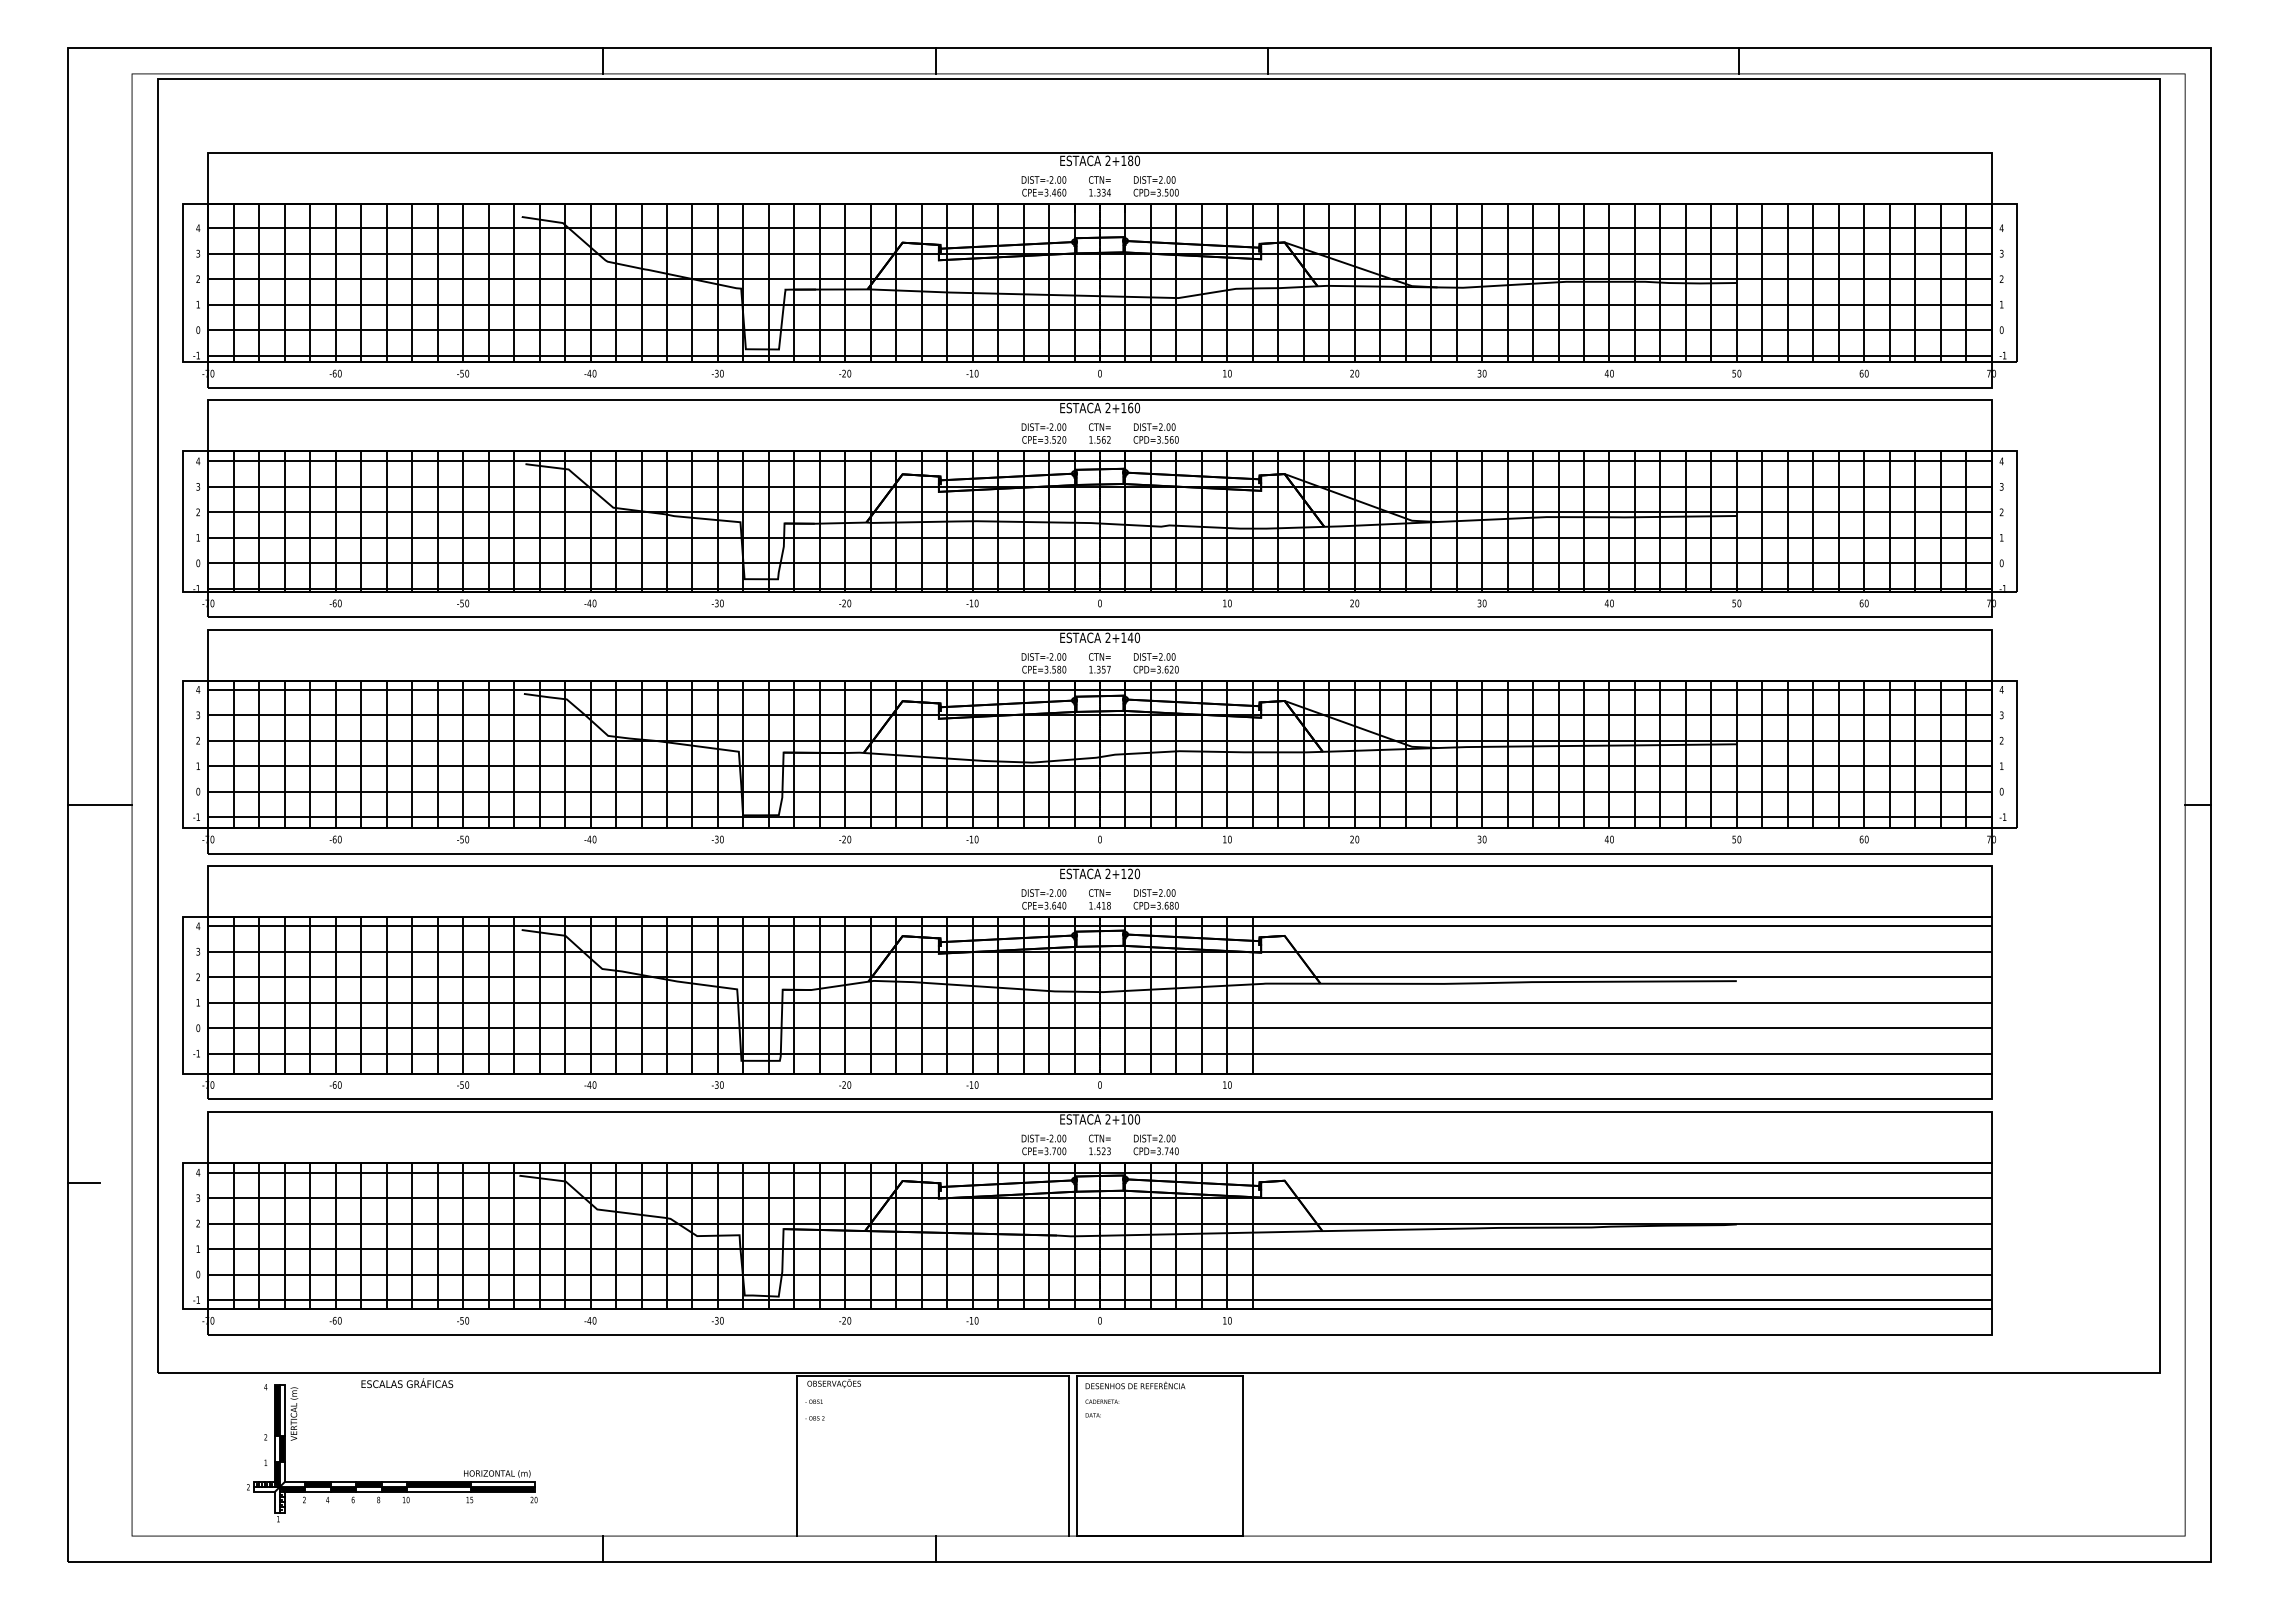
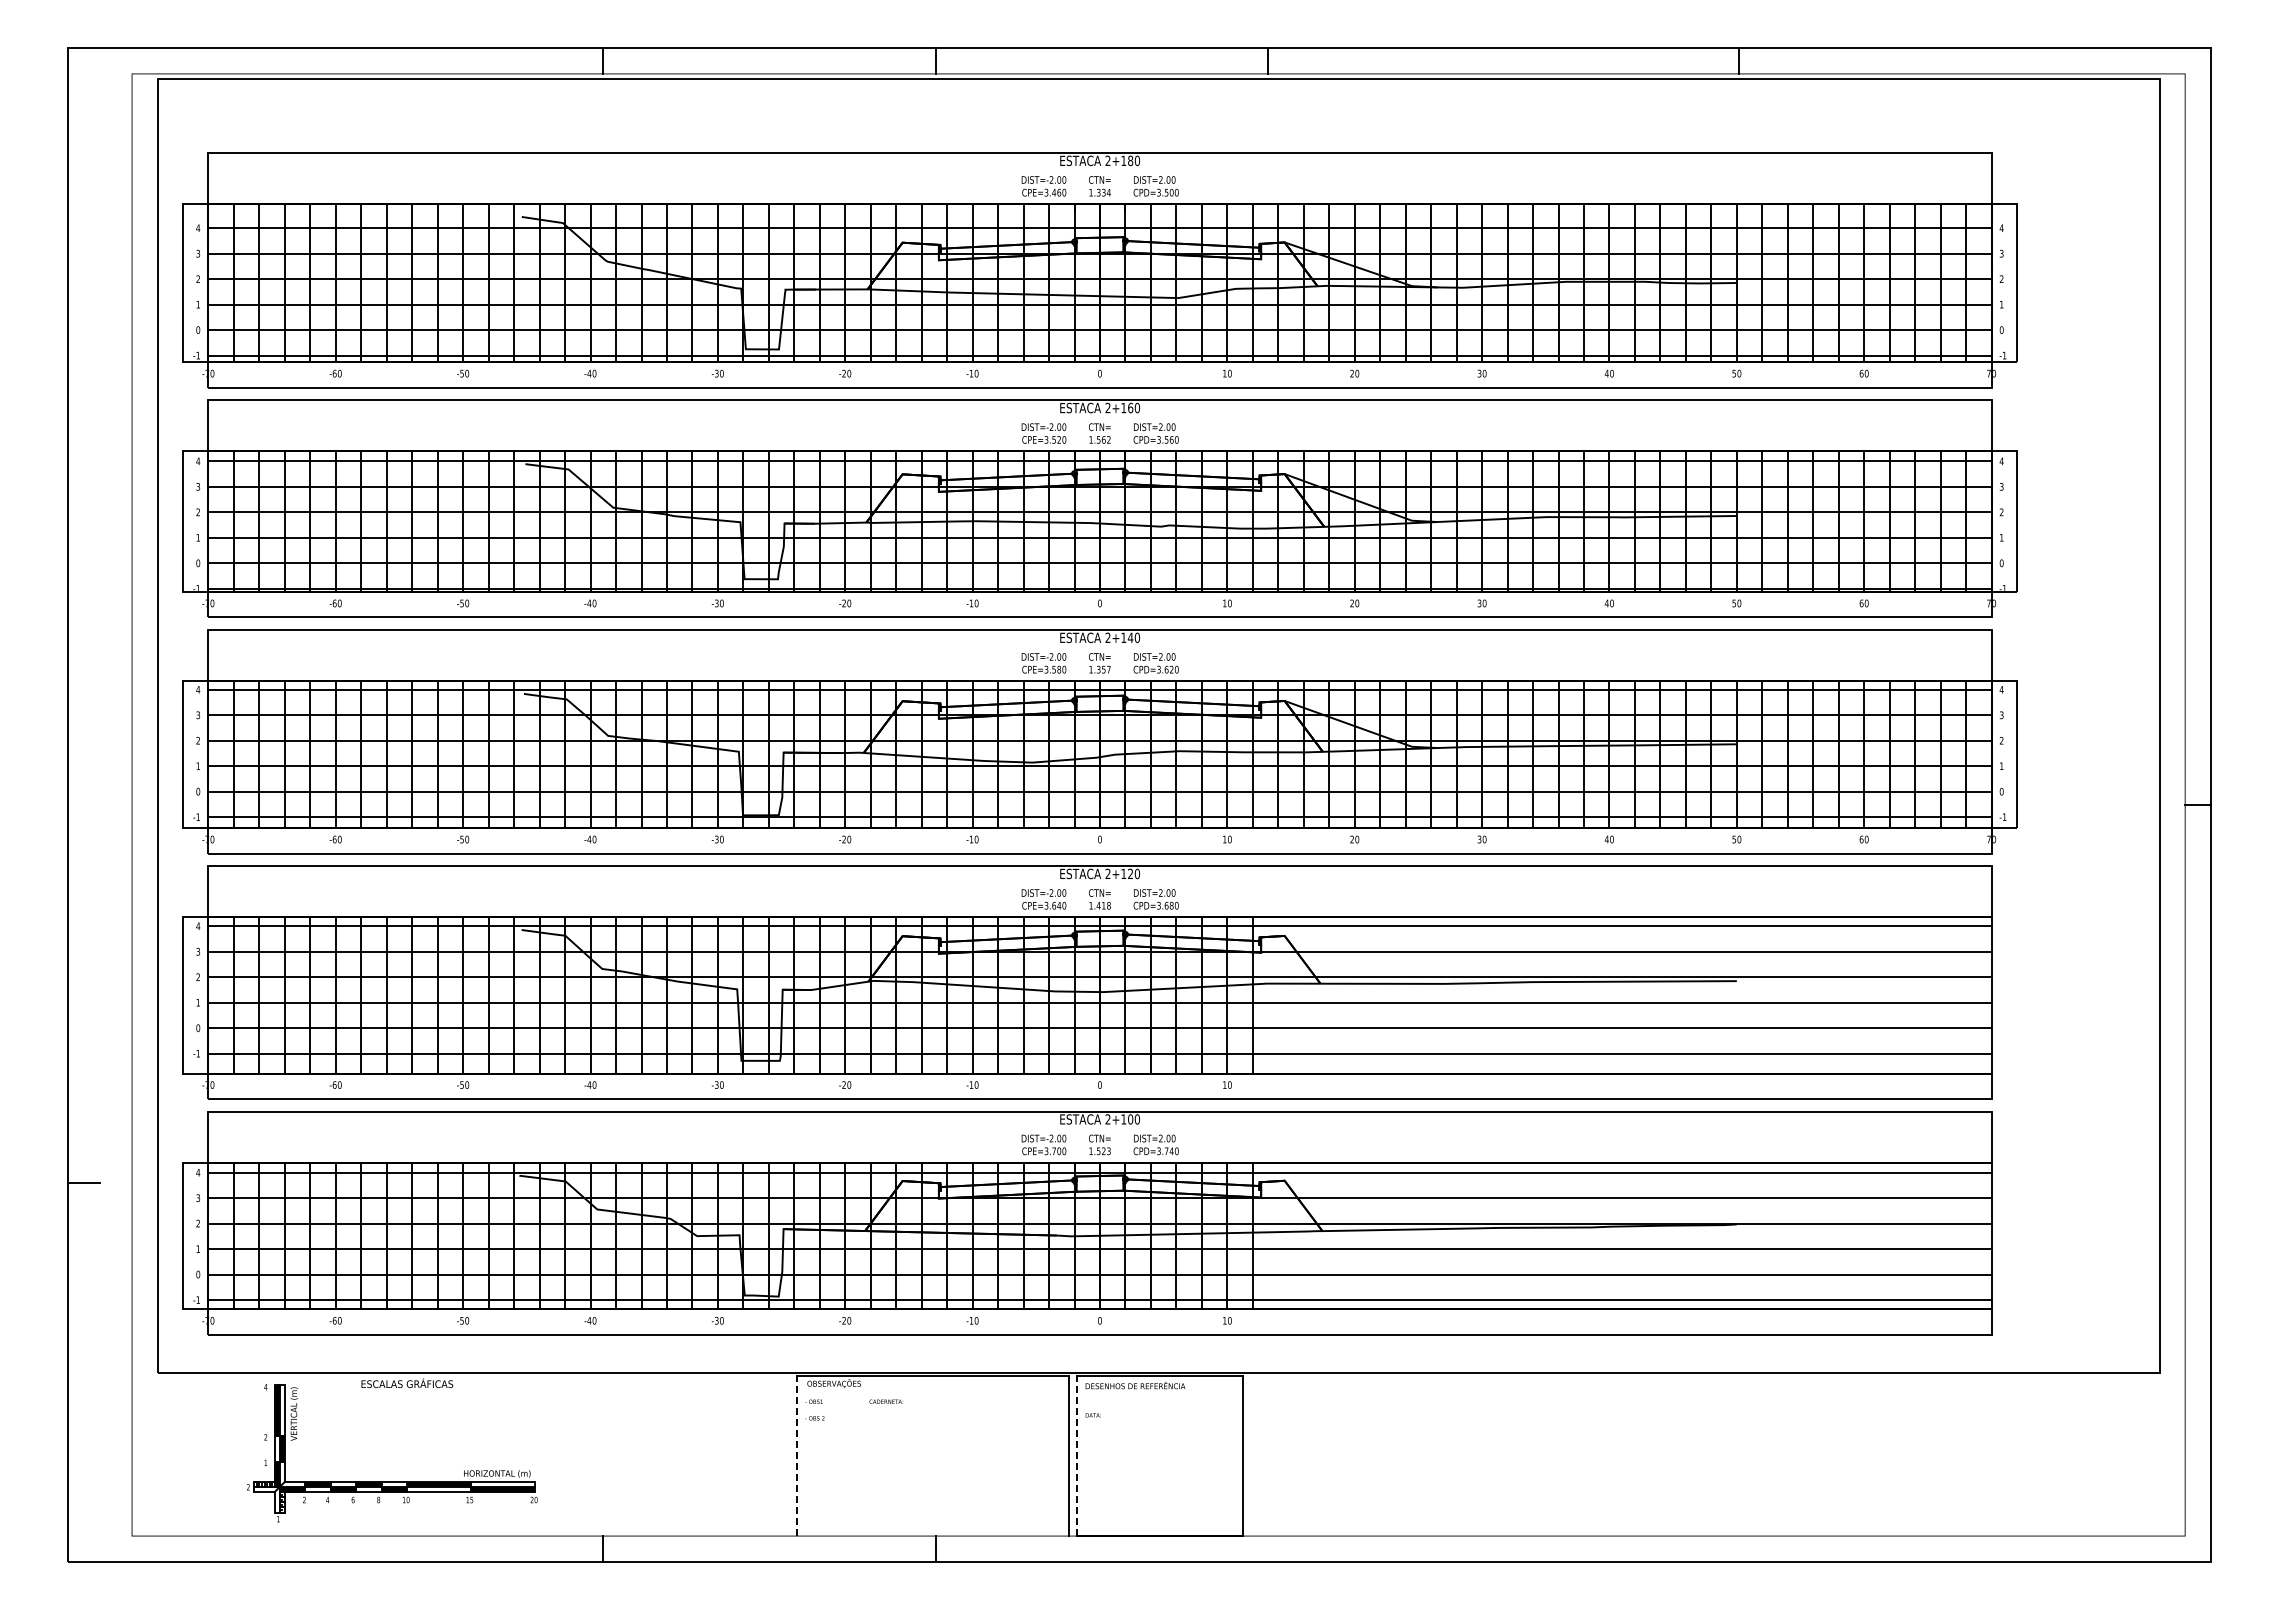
line at (100, 805): present -> none
text at (1102, 1401) position: (1102, 1401) -> (886, 1401)
line at (796, 1455): solid -> dashed
line at (1077, 1455): solid -> dashed
